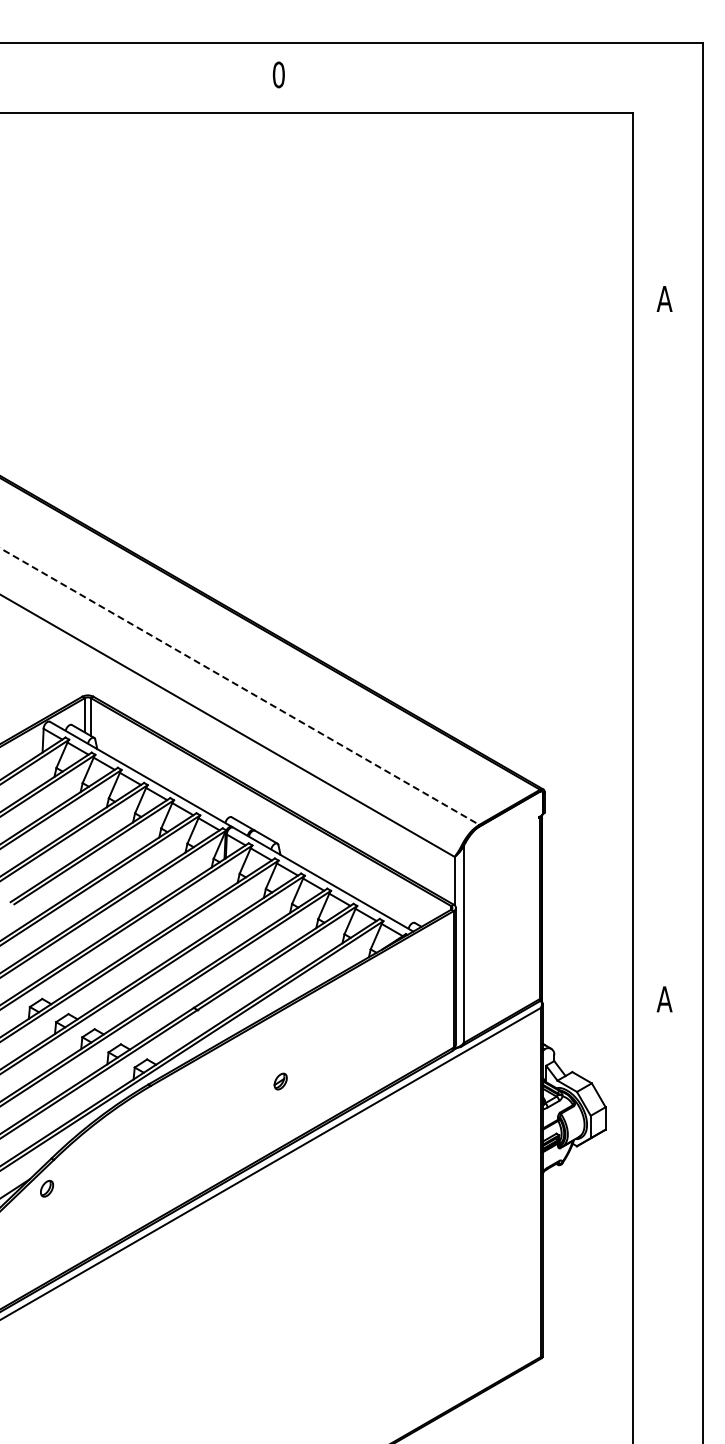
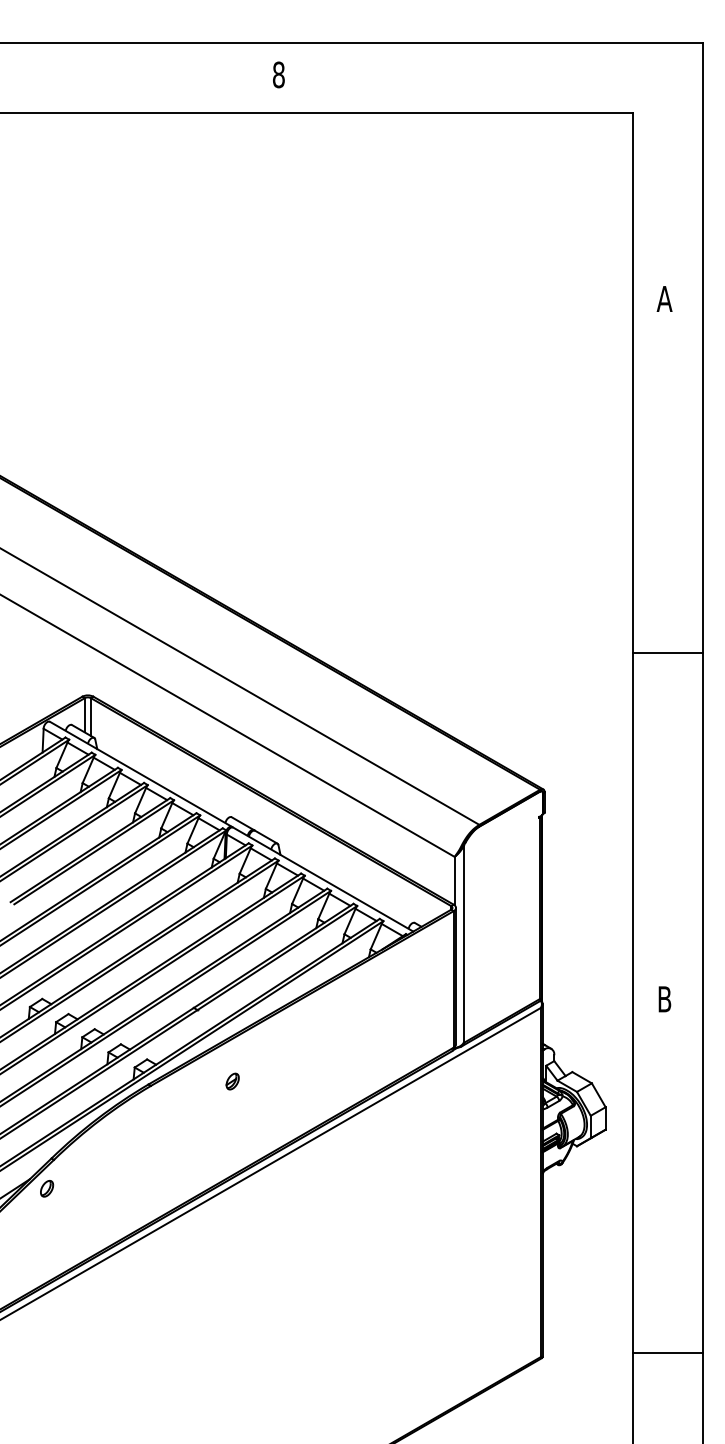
text at (278, 74): 0 -> 8
line at (668, 652): none -> present
line at (240, 686): dashed -> solid
text at (664, 999): A -> B
part at (280, 1081) position: (280, 1081) -> (232, 1081)
line at (668, 1352): none -> present
